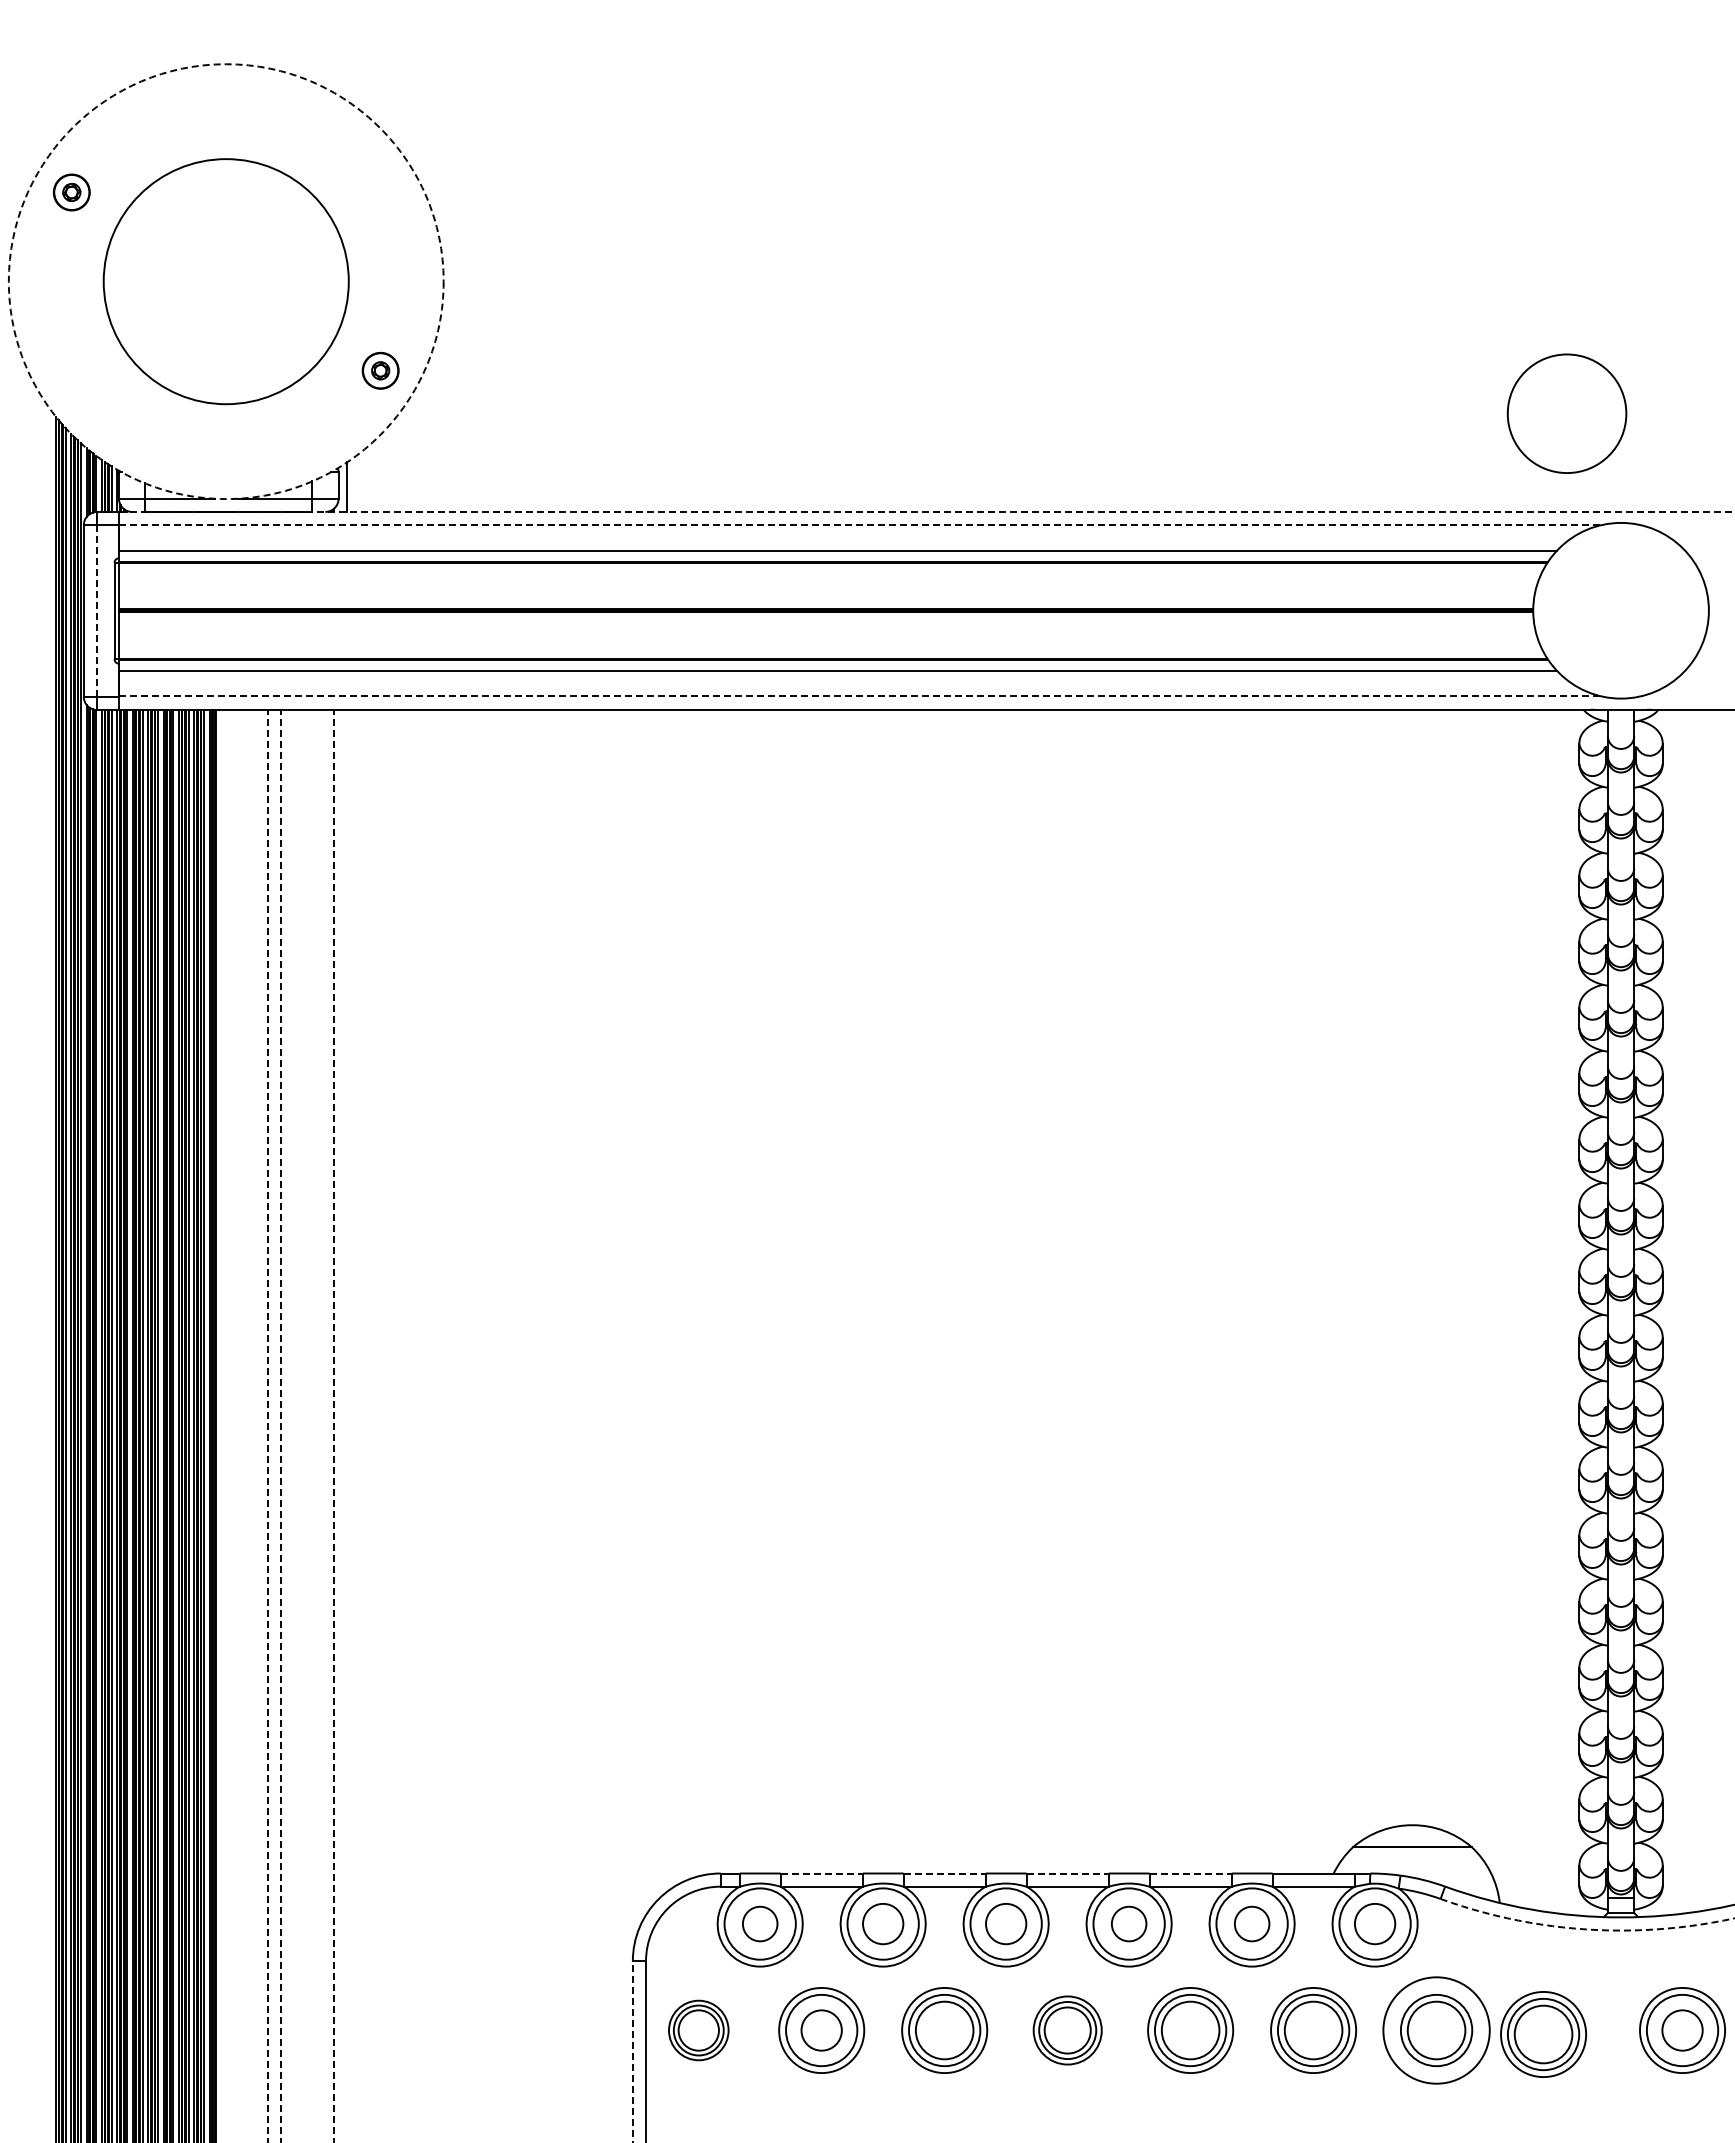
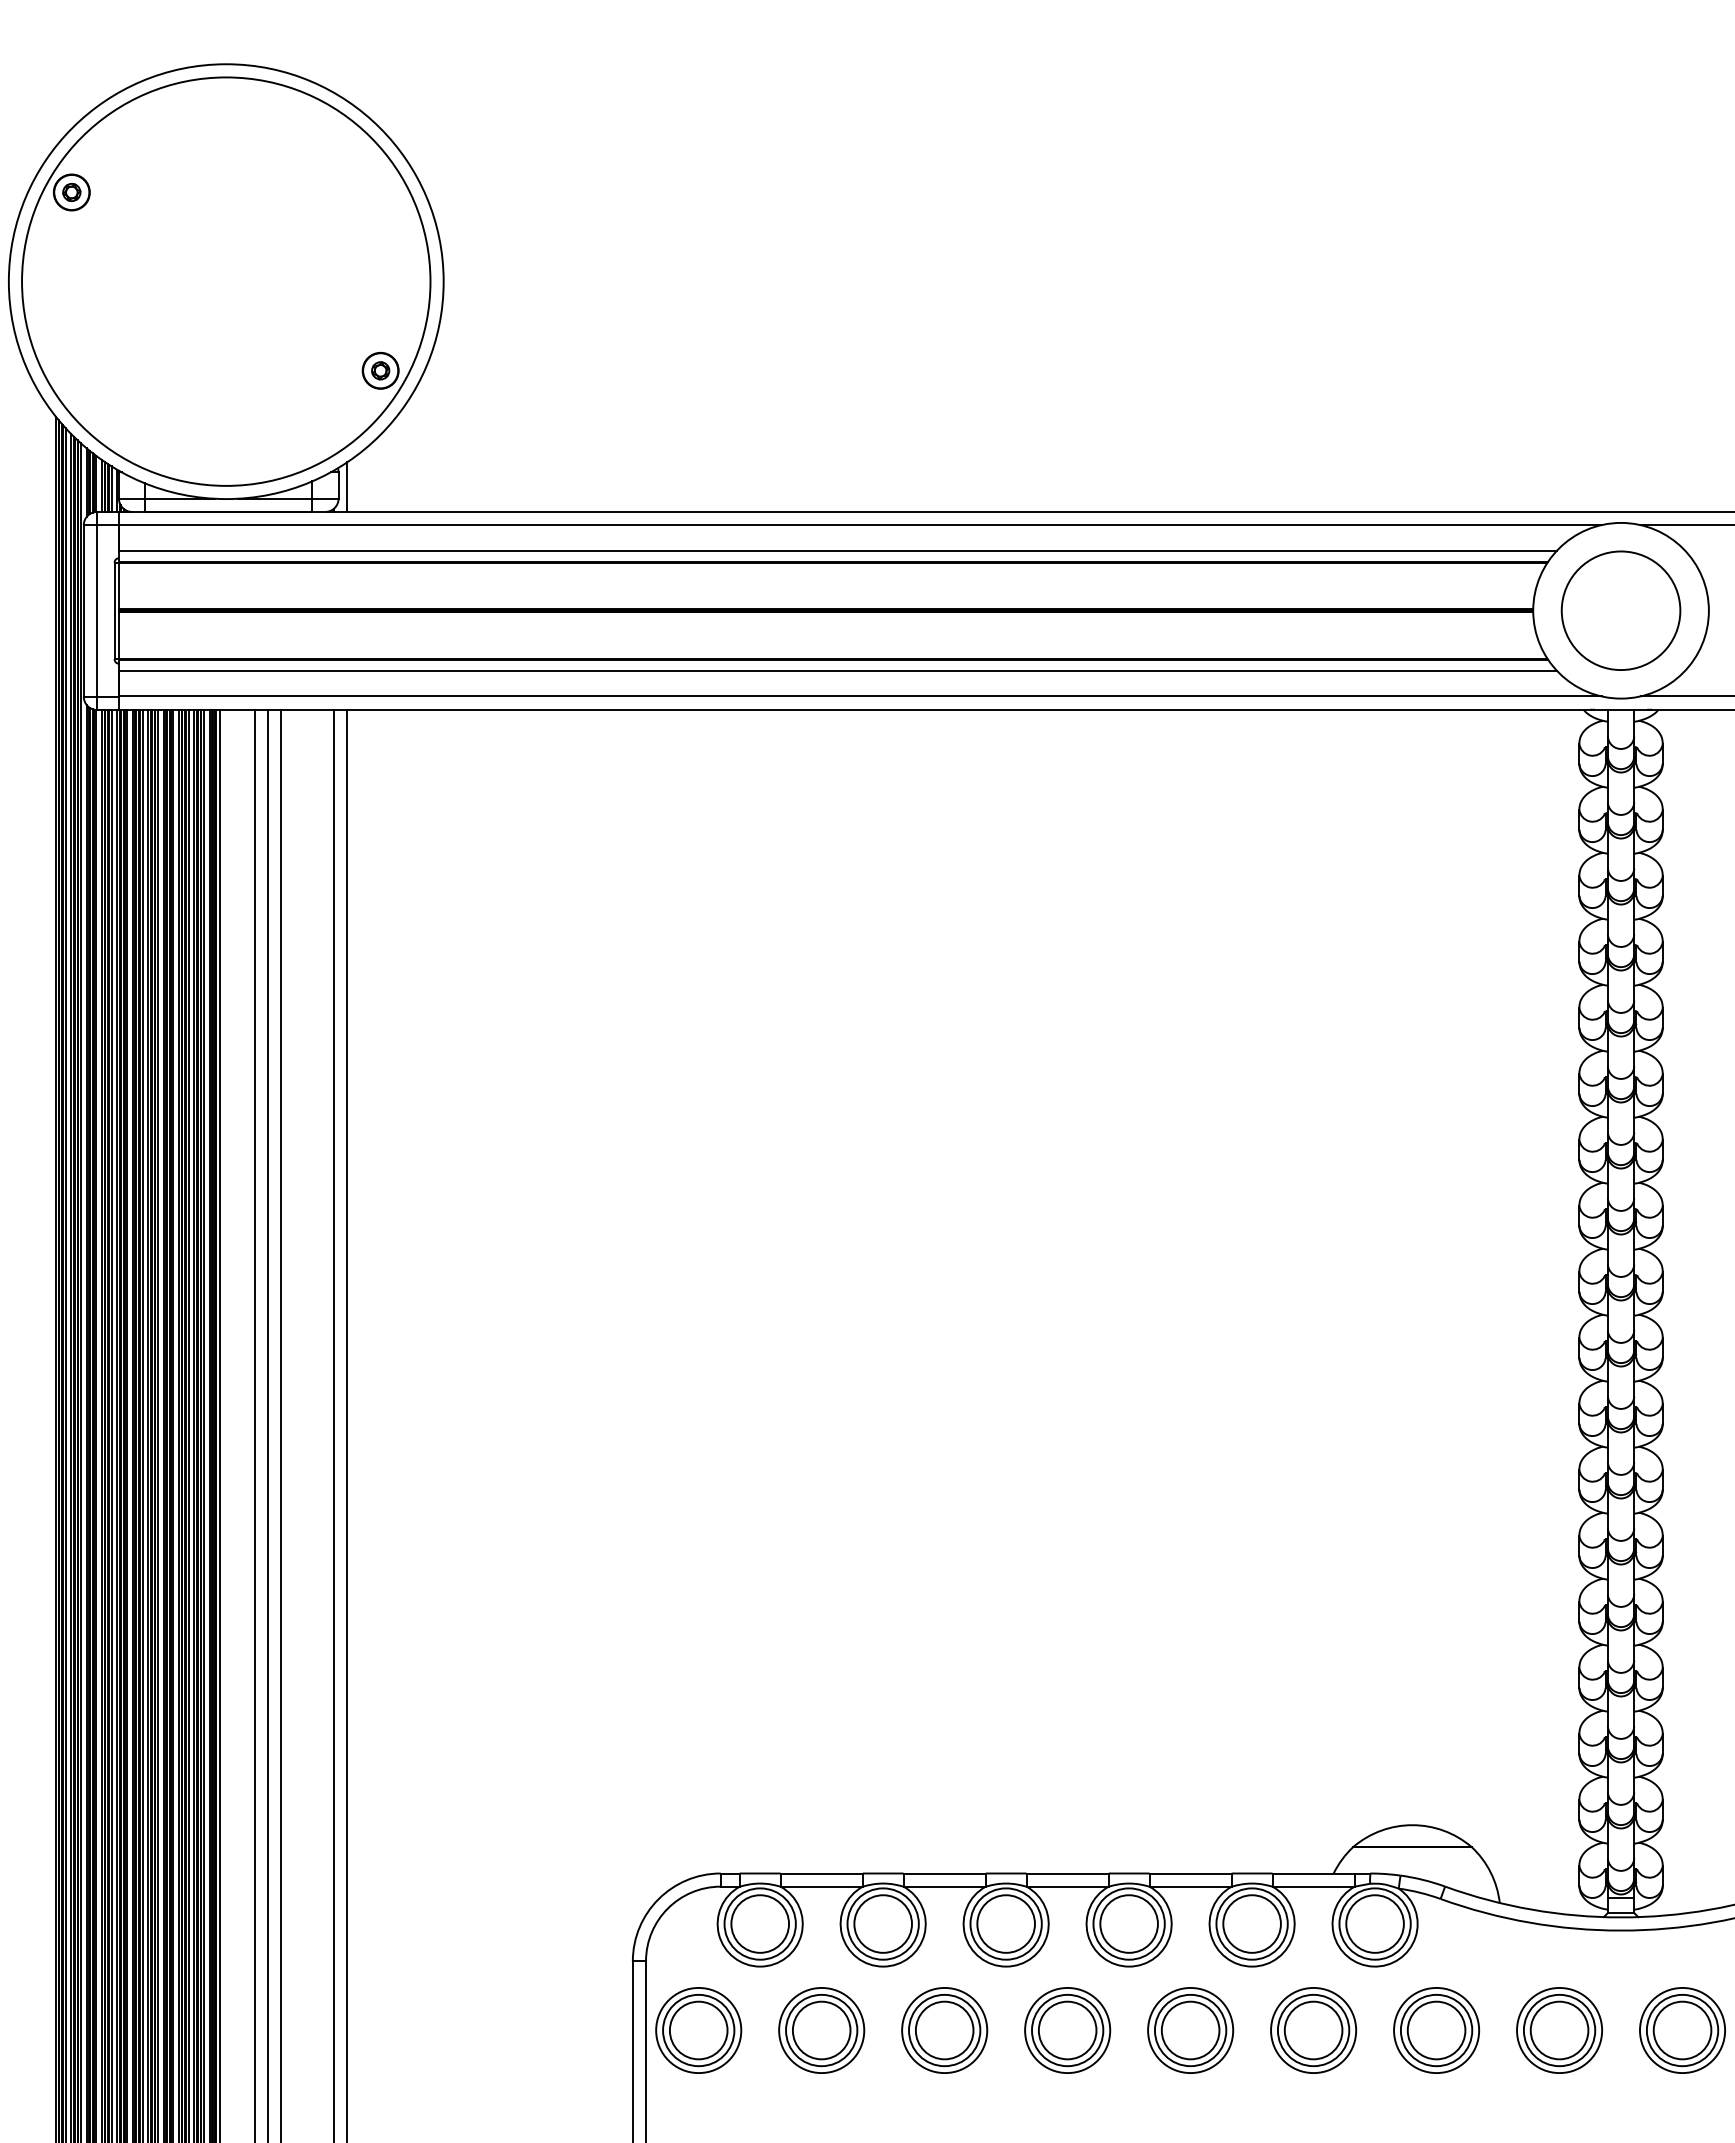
circle at (225, 281) diameter: 245 px -> 408 px
circle at (225, 281): dashed -> solid
circle at (1566, 413) position: (1566, 413) -> (1620, 610)
line at (926, 511): dashed -> solid
line at (860, 525): dashed -> solid
line at (1685, 525): none -> present
line at (97, 610): dashed -> solid
line at (860, 696): dashed -> solid
line at (1685, 696): none -> present
line at (219, 1424): none -> present
line at (255, 1424): none -> present
line at (347, 1424): none -> present
line at (268, 1425): dashed -> solid
line at (281, 1425): dashed -> solid
line at (334, 1425): dashed -> solid
line at (822, 1873): dashed -> solid
line at (945, 1873): dashed -> solid
line at (1068, 1873): dashed -> solid
line at (1191, 1873): dashed -> solid
circle at (759, 1923) diameter: 35 px -> 58 px
circle at (883, 1923) diameter: 40 px -> 58 px
circle at (1006, 1923) diameter: 40 px -> 58 px
circle at (1128, 1923) diameter: 35 px -> 58 px
circle at (1251, 1923) diameter: 35 px -> 58 px
circle at (1374, 1923) diameter: 40 px -> 58 px
arc at (1586, 1929): dashed -> solid
part at (698, 2030) size: 62x63 px -> 88x87 px
circle at (821, 2030) diameter: 40 px -> 58 px
part at (1067, 2030) size: 71x71 px -> 88x87 px
circle at (1436, 2030) diameter: 106 px -> 85 px
circle at (1682, 2030) diameter: 40 px -> 58 px
part at (1543, 2034) position: (1543, 2034) -> (1559, 2030)
line at (632, 2051): dashed -> solid
